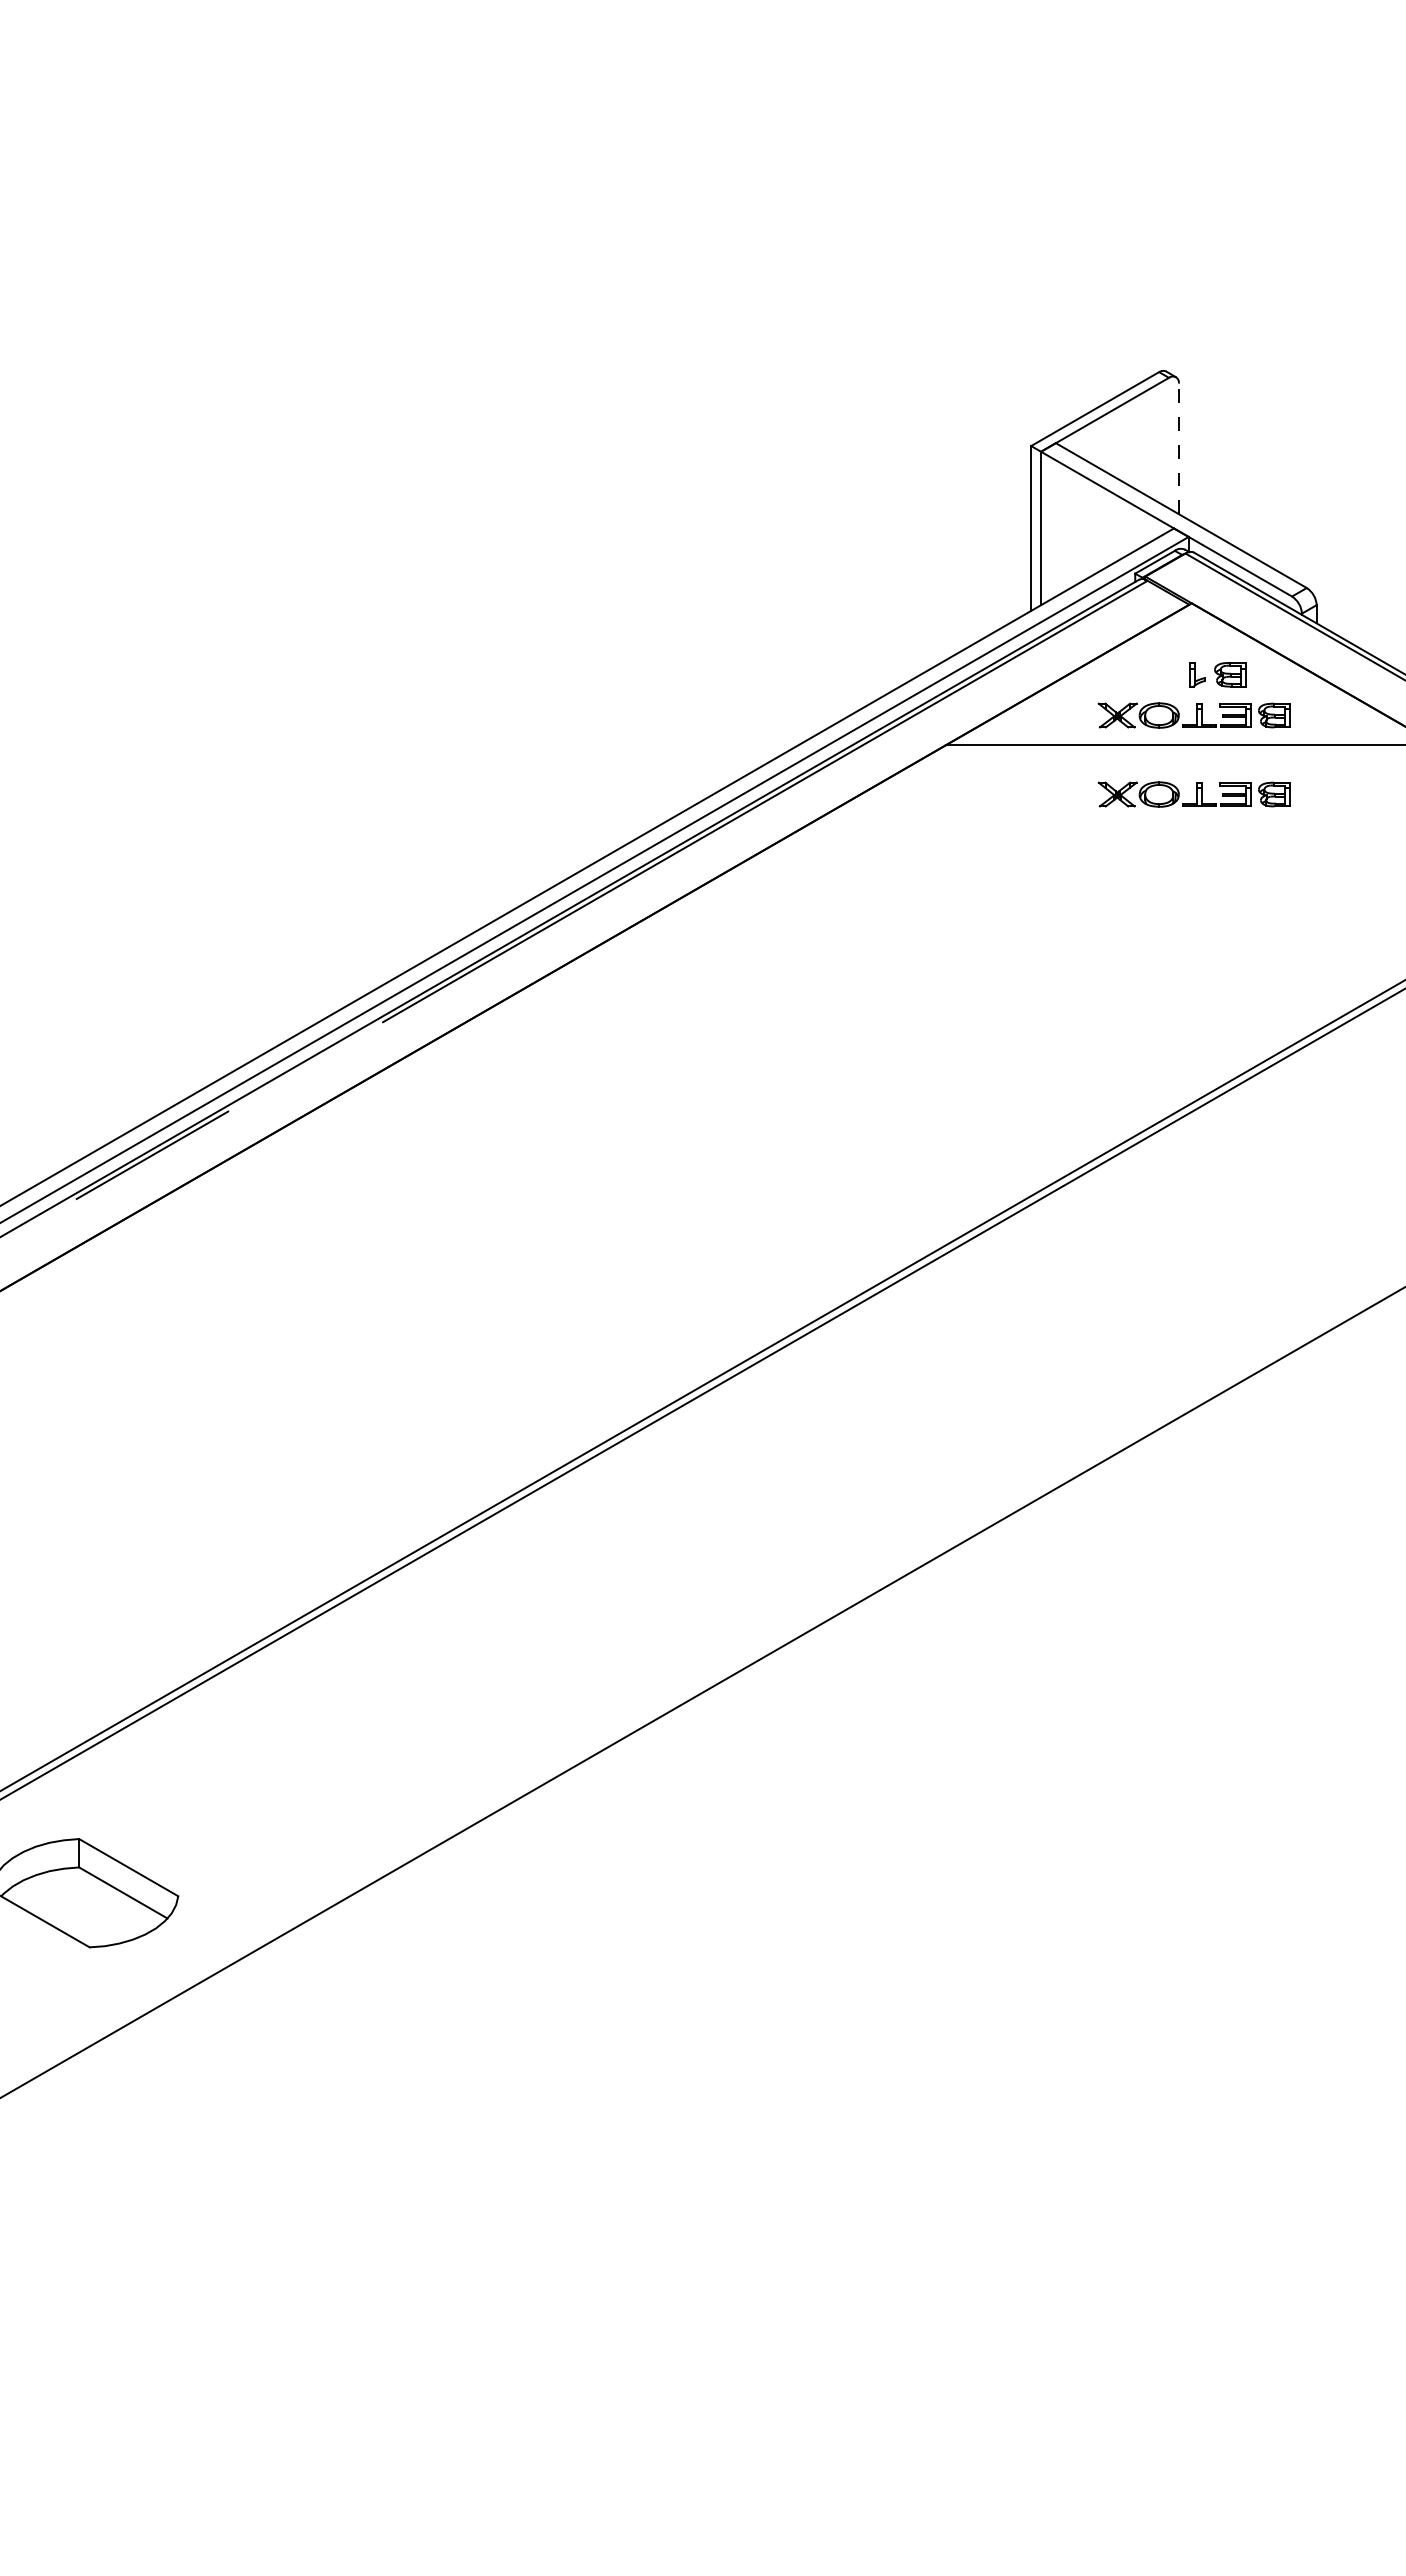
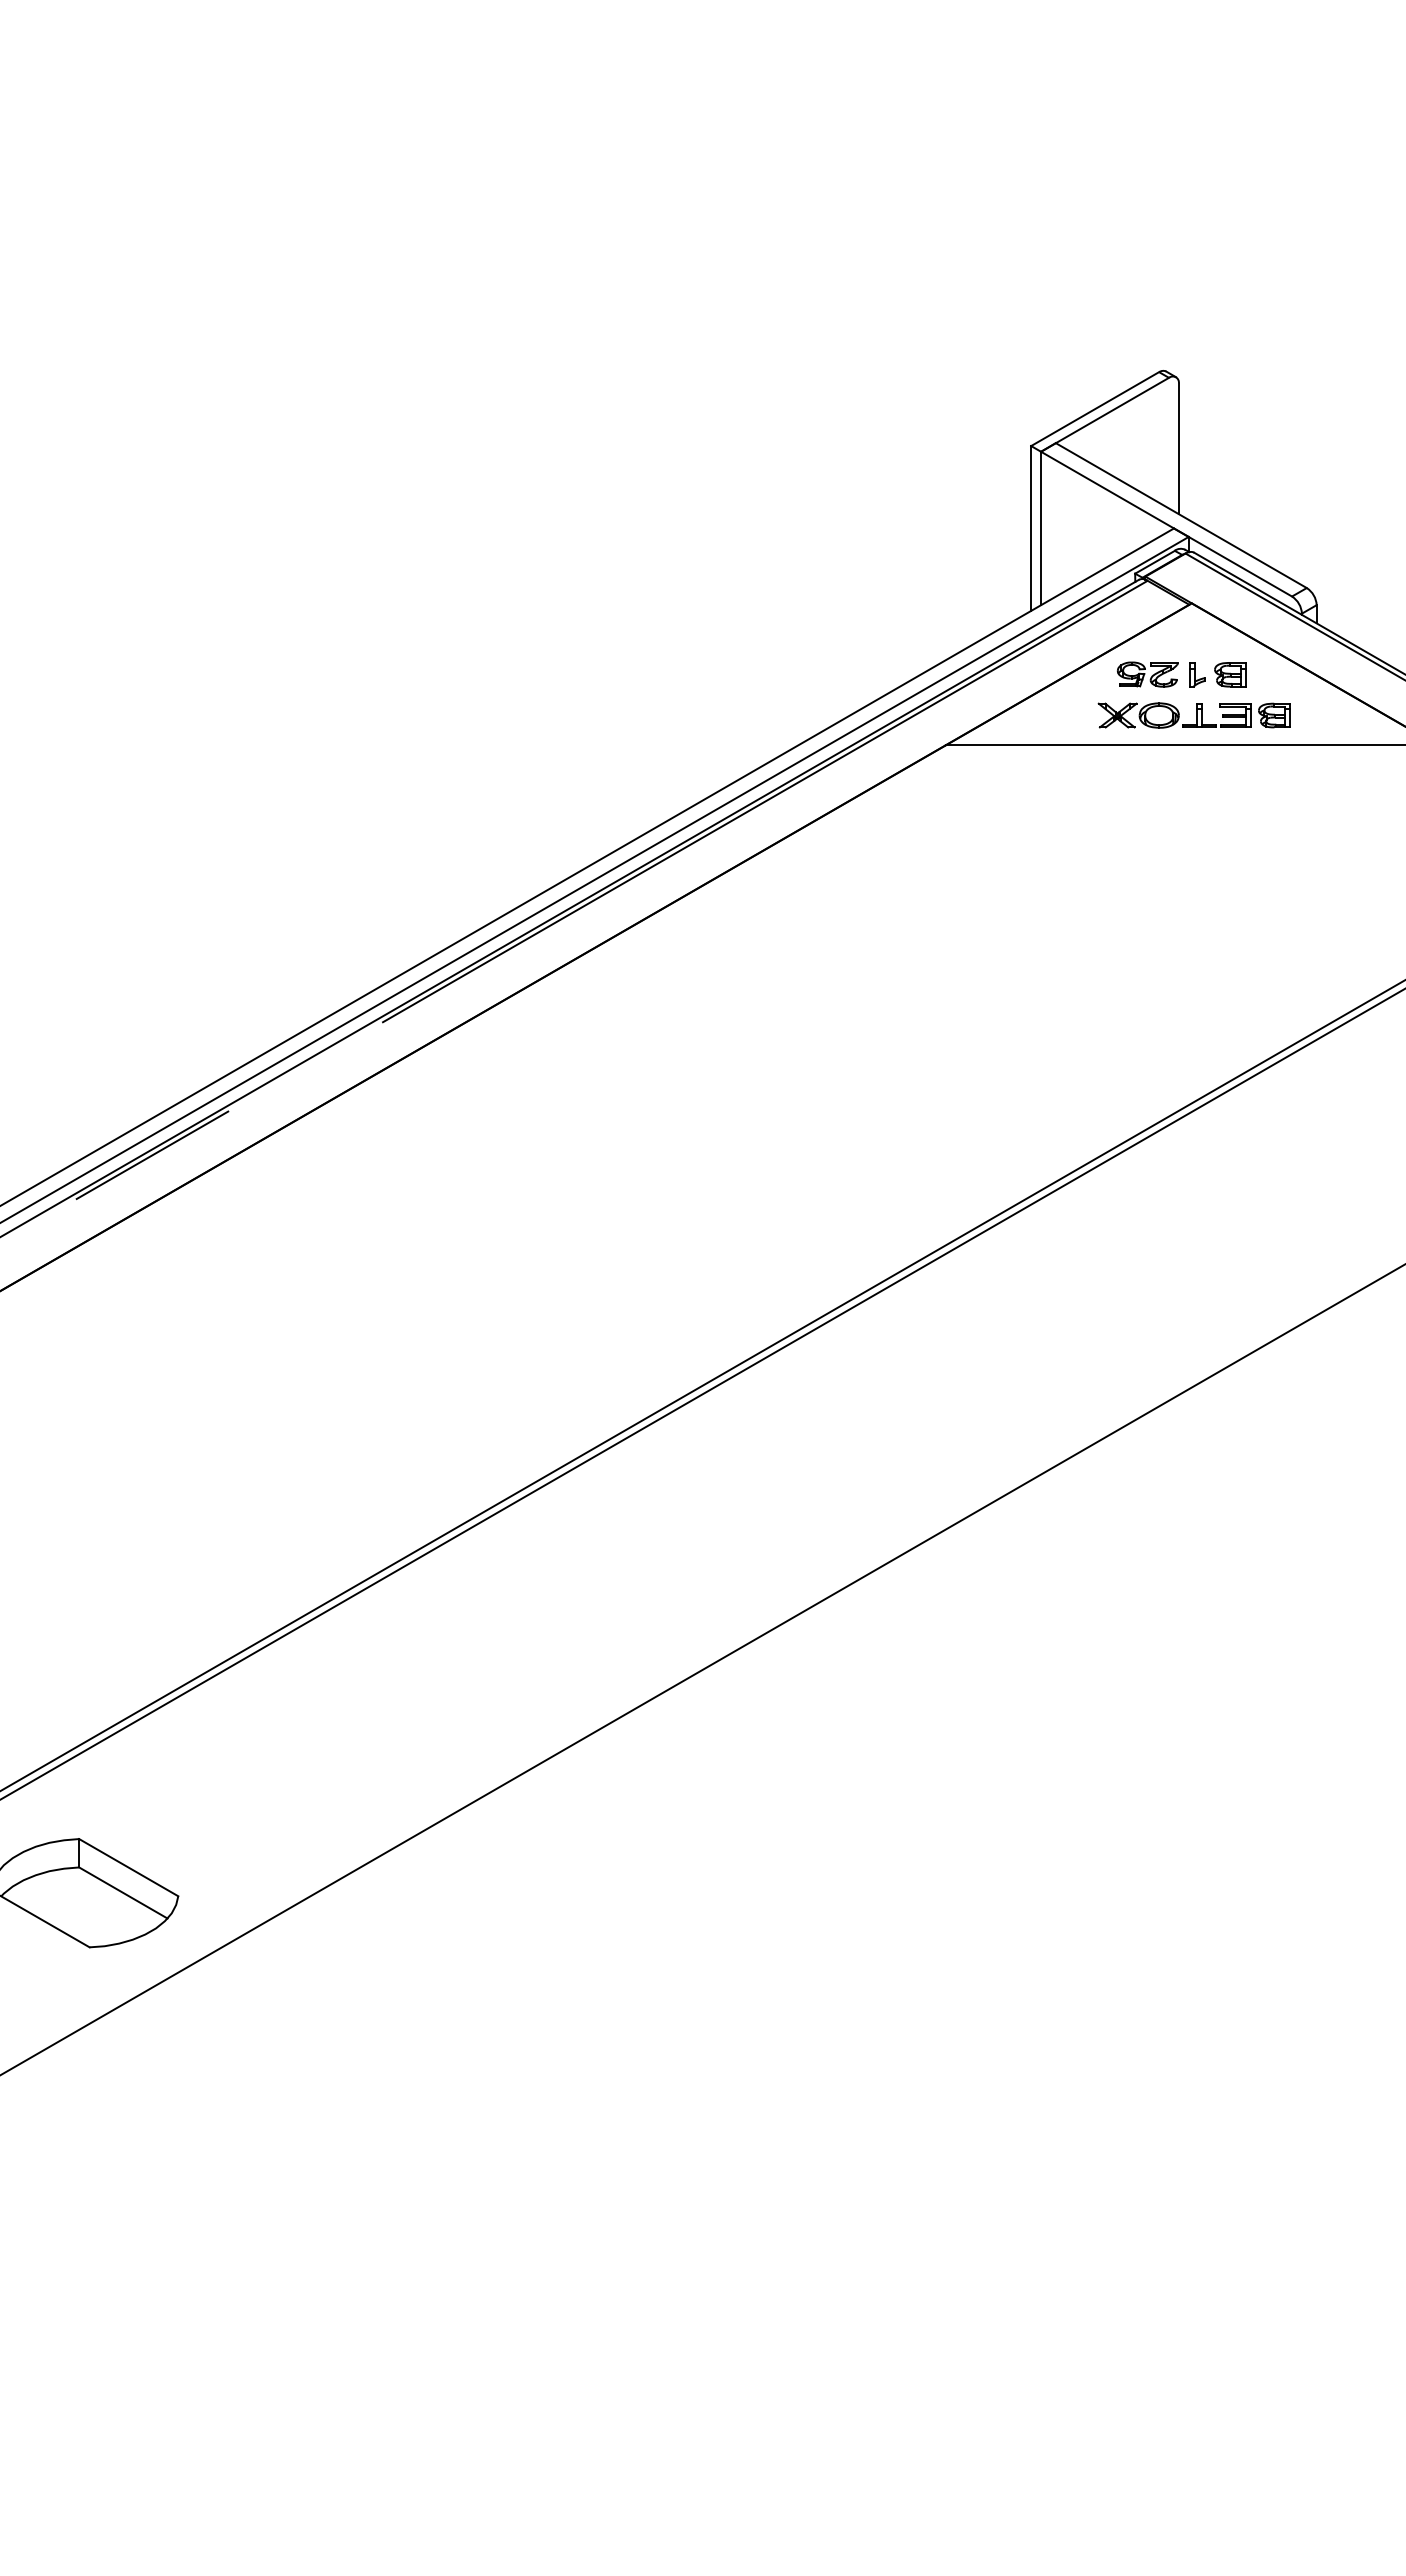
line at (1178, 448): dashed -> solid
part at (1147, 674): none -> present
part at (1193, 794): present -> none
line at (702, 1692) position: (702, 1692) -> (702, 1670)
